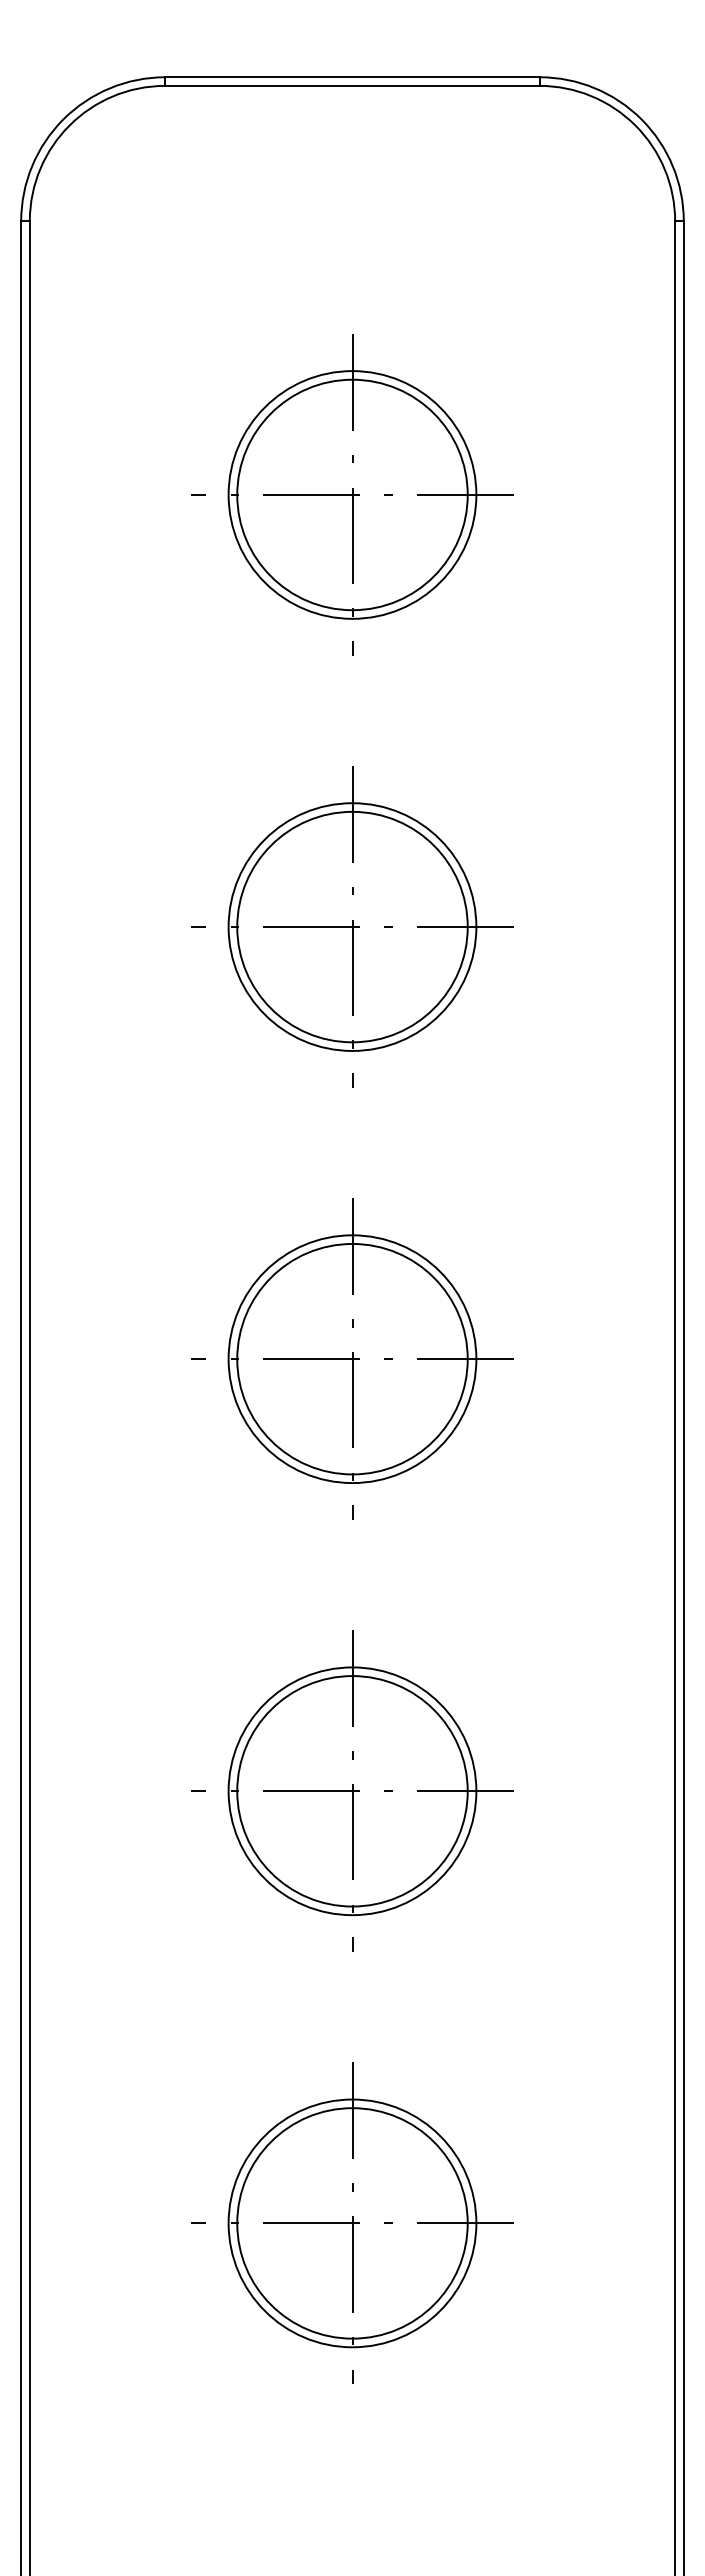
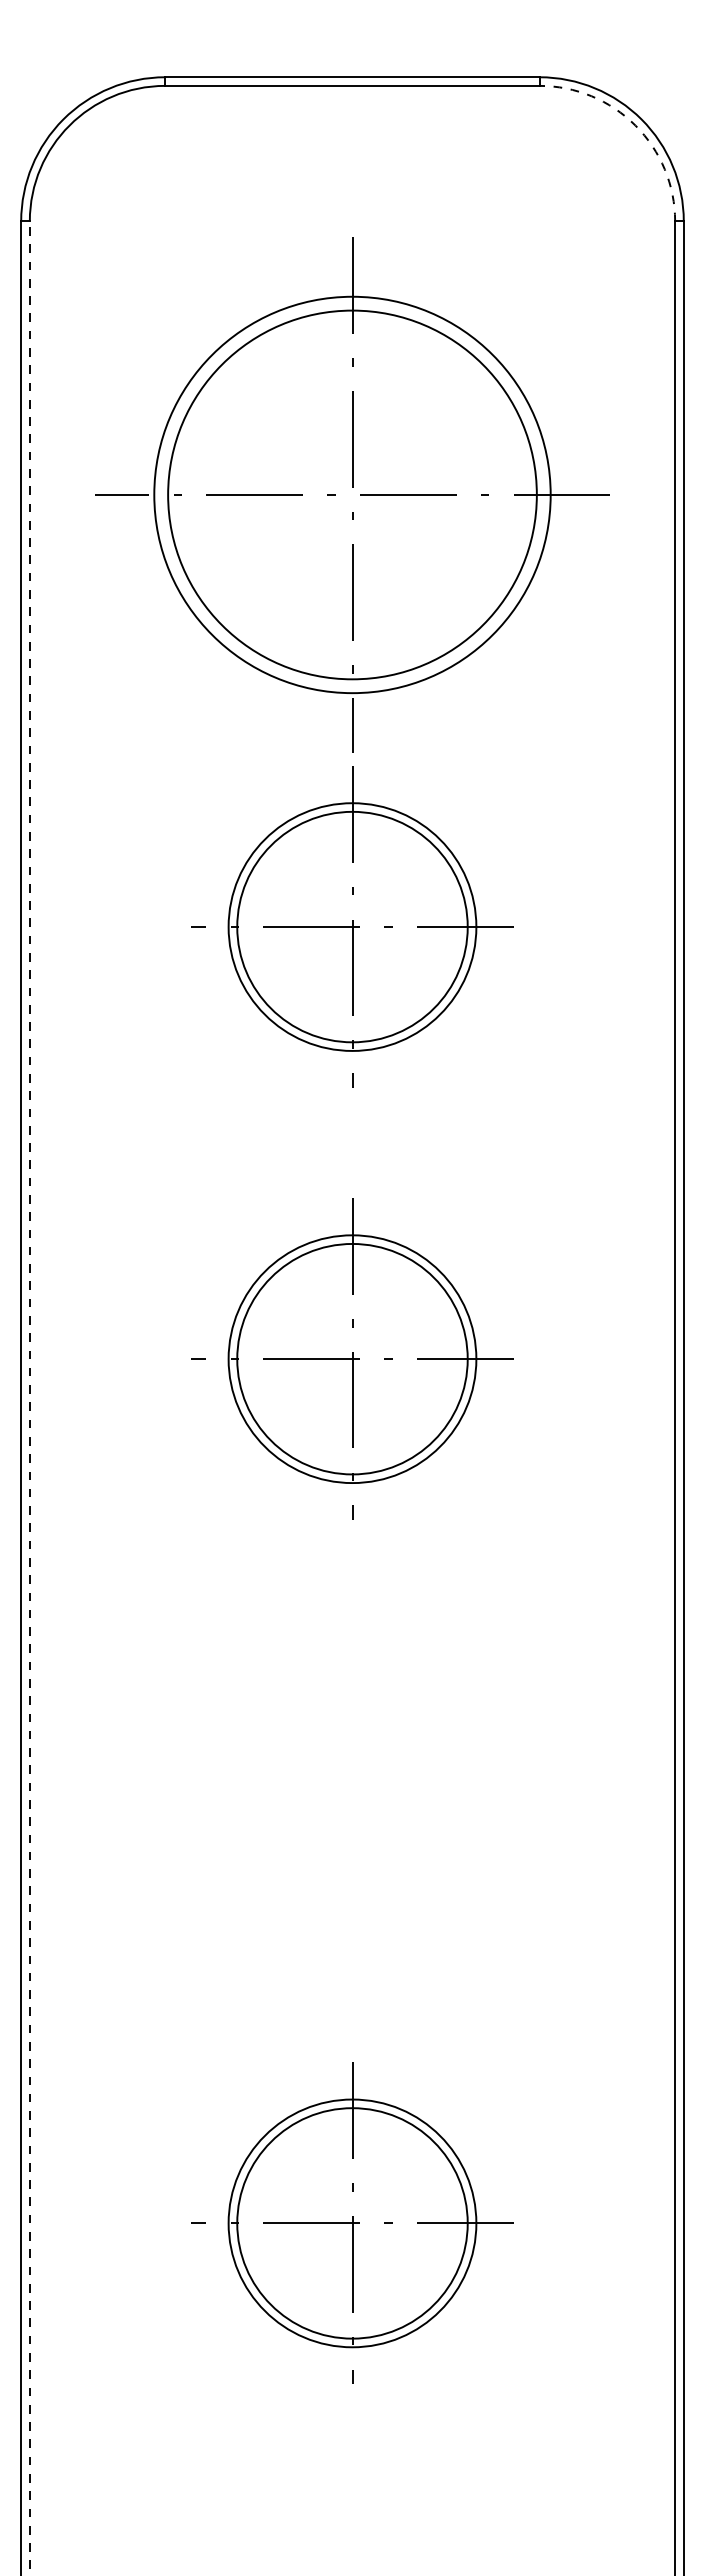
arc at (635, 125): solid -> dashed
part at (352, 494) size: 323x322 px -> 515x516 px
line at (29, 1397): solid -> dashed
part at (352, 1790): present -> none
